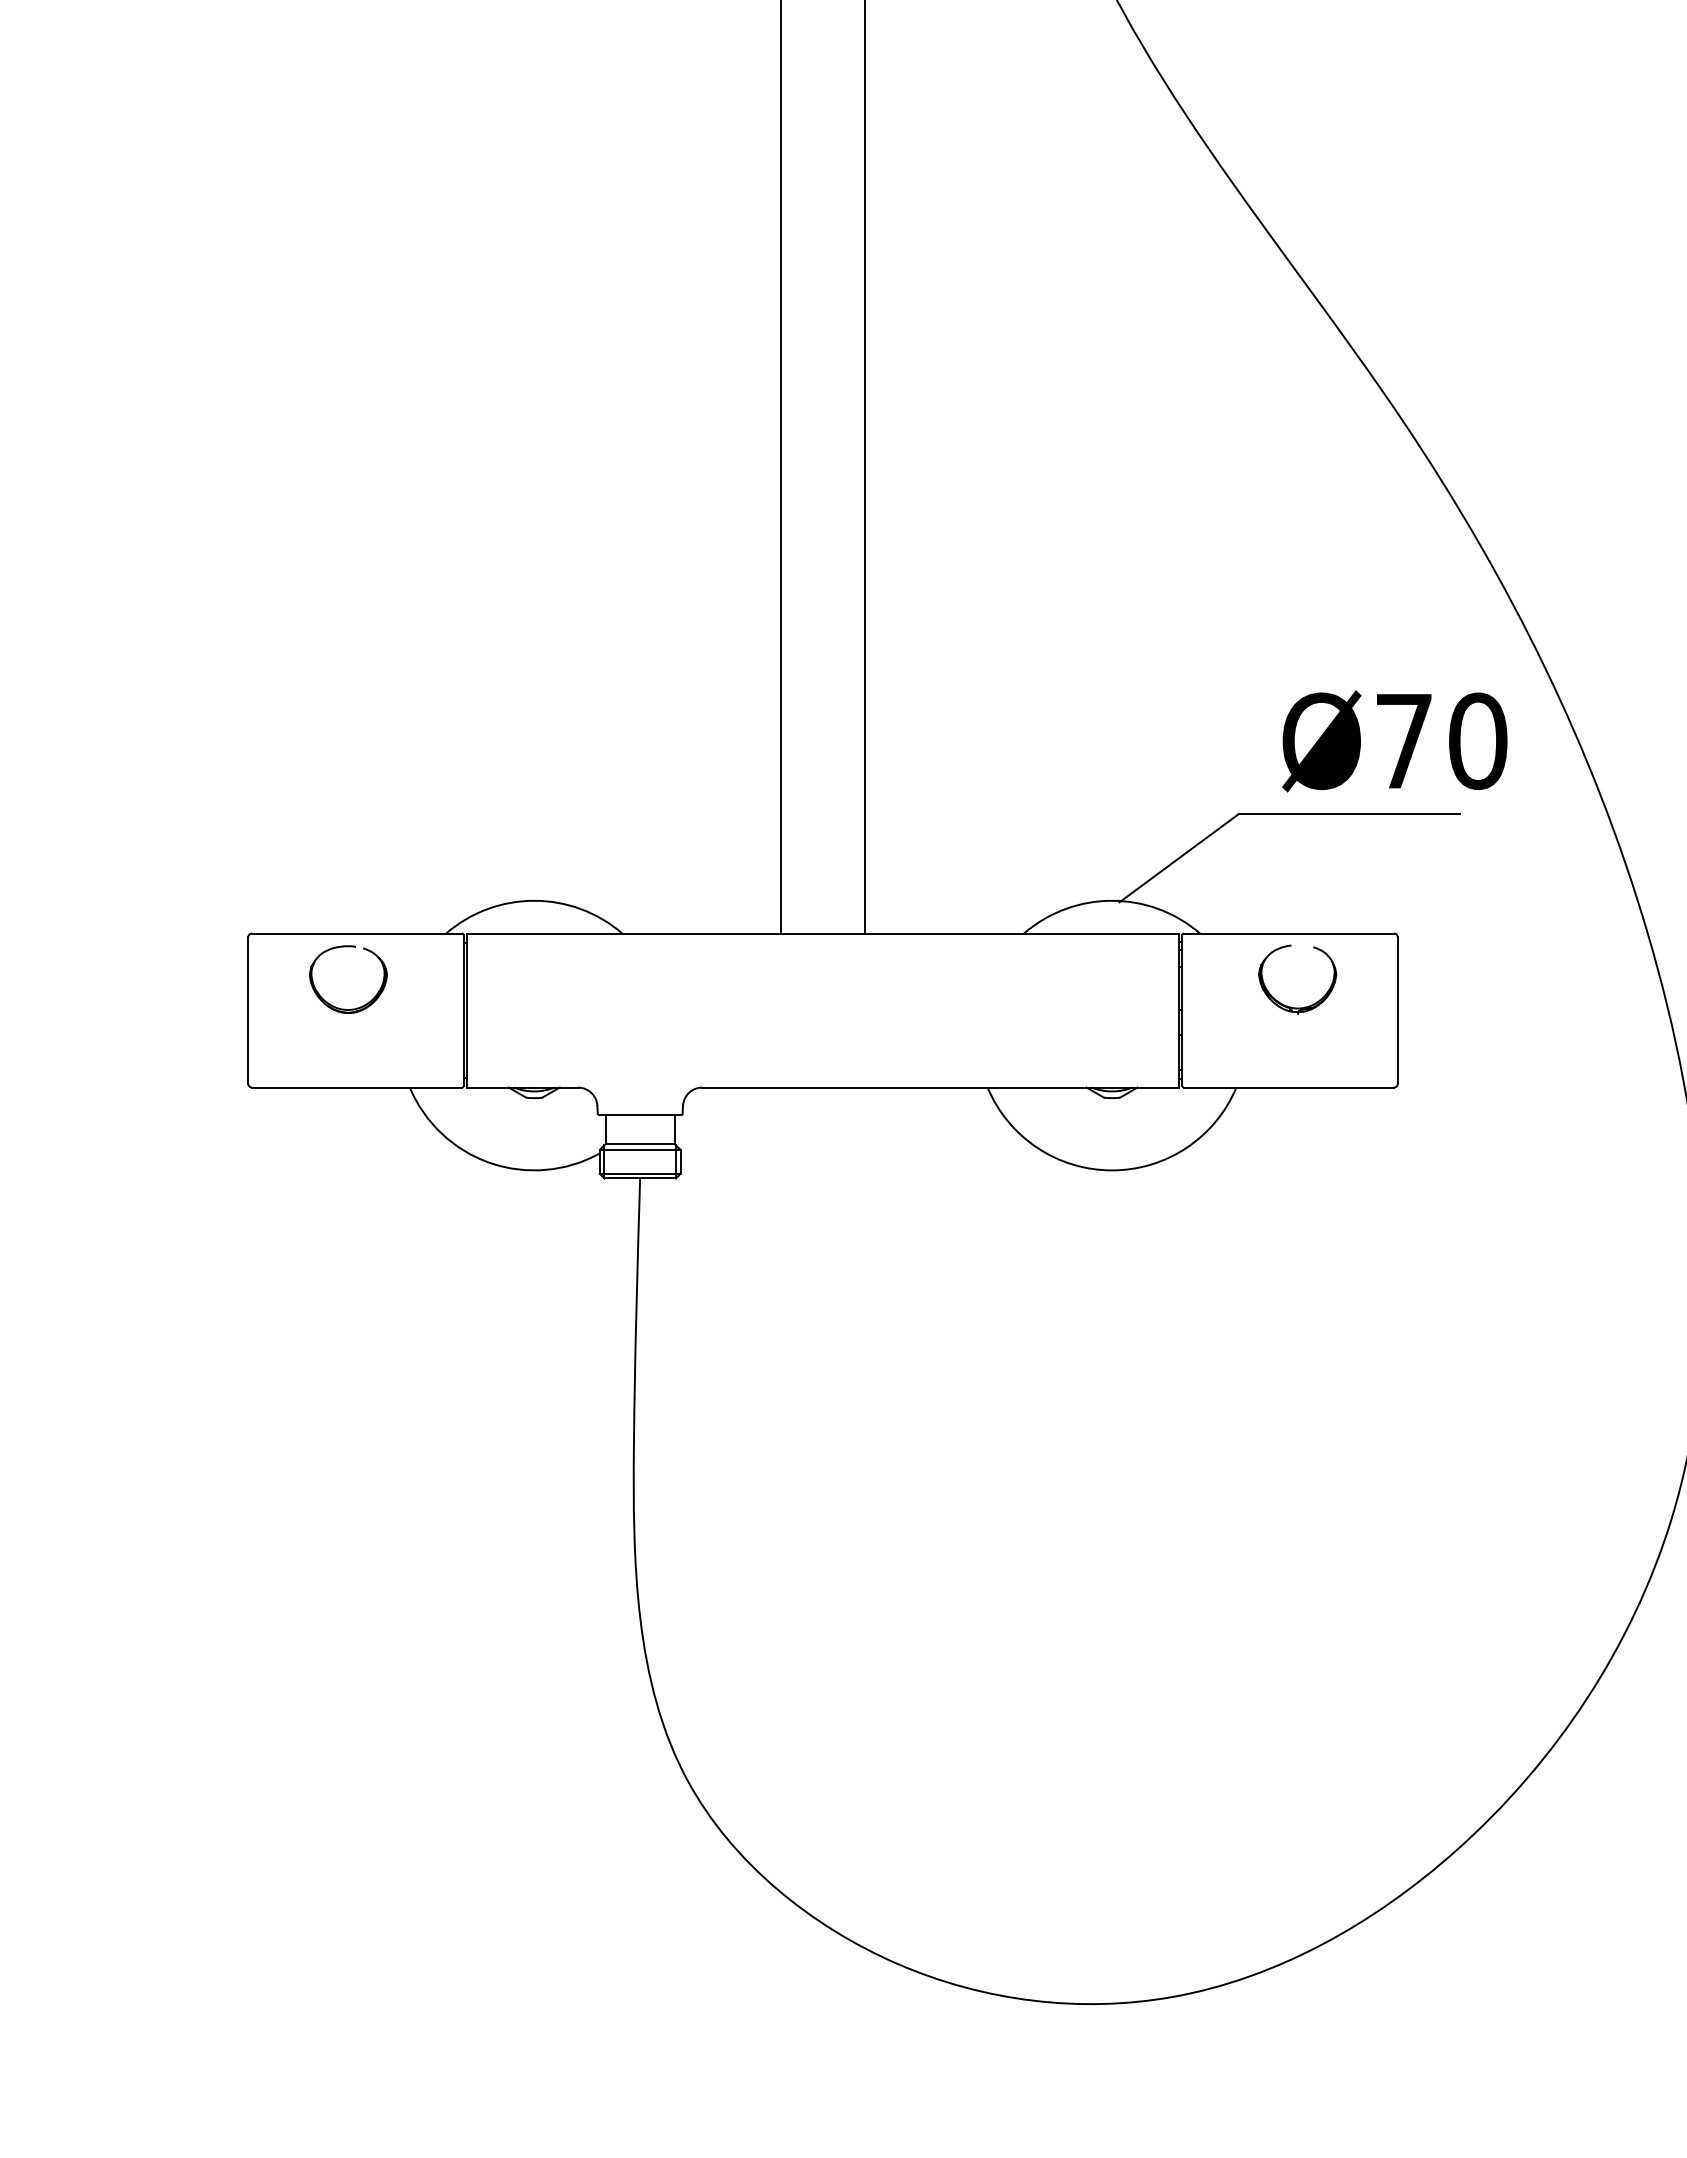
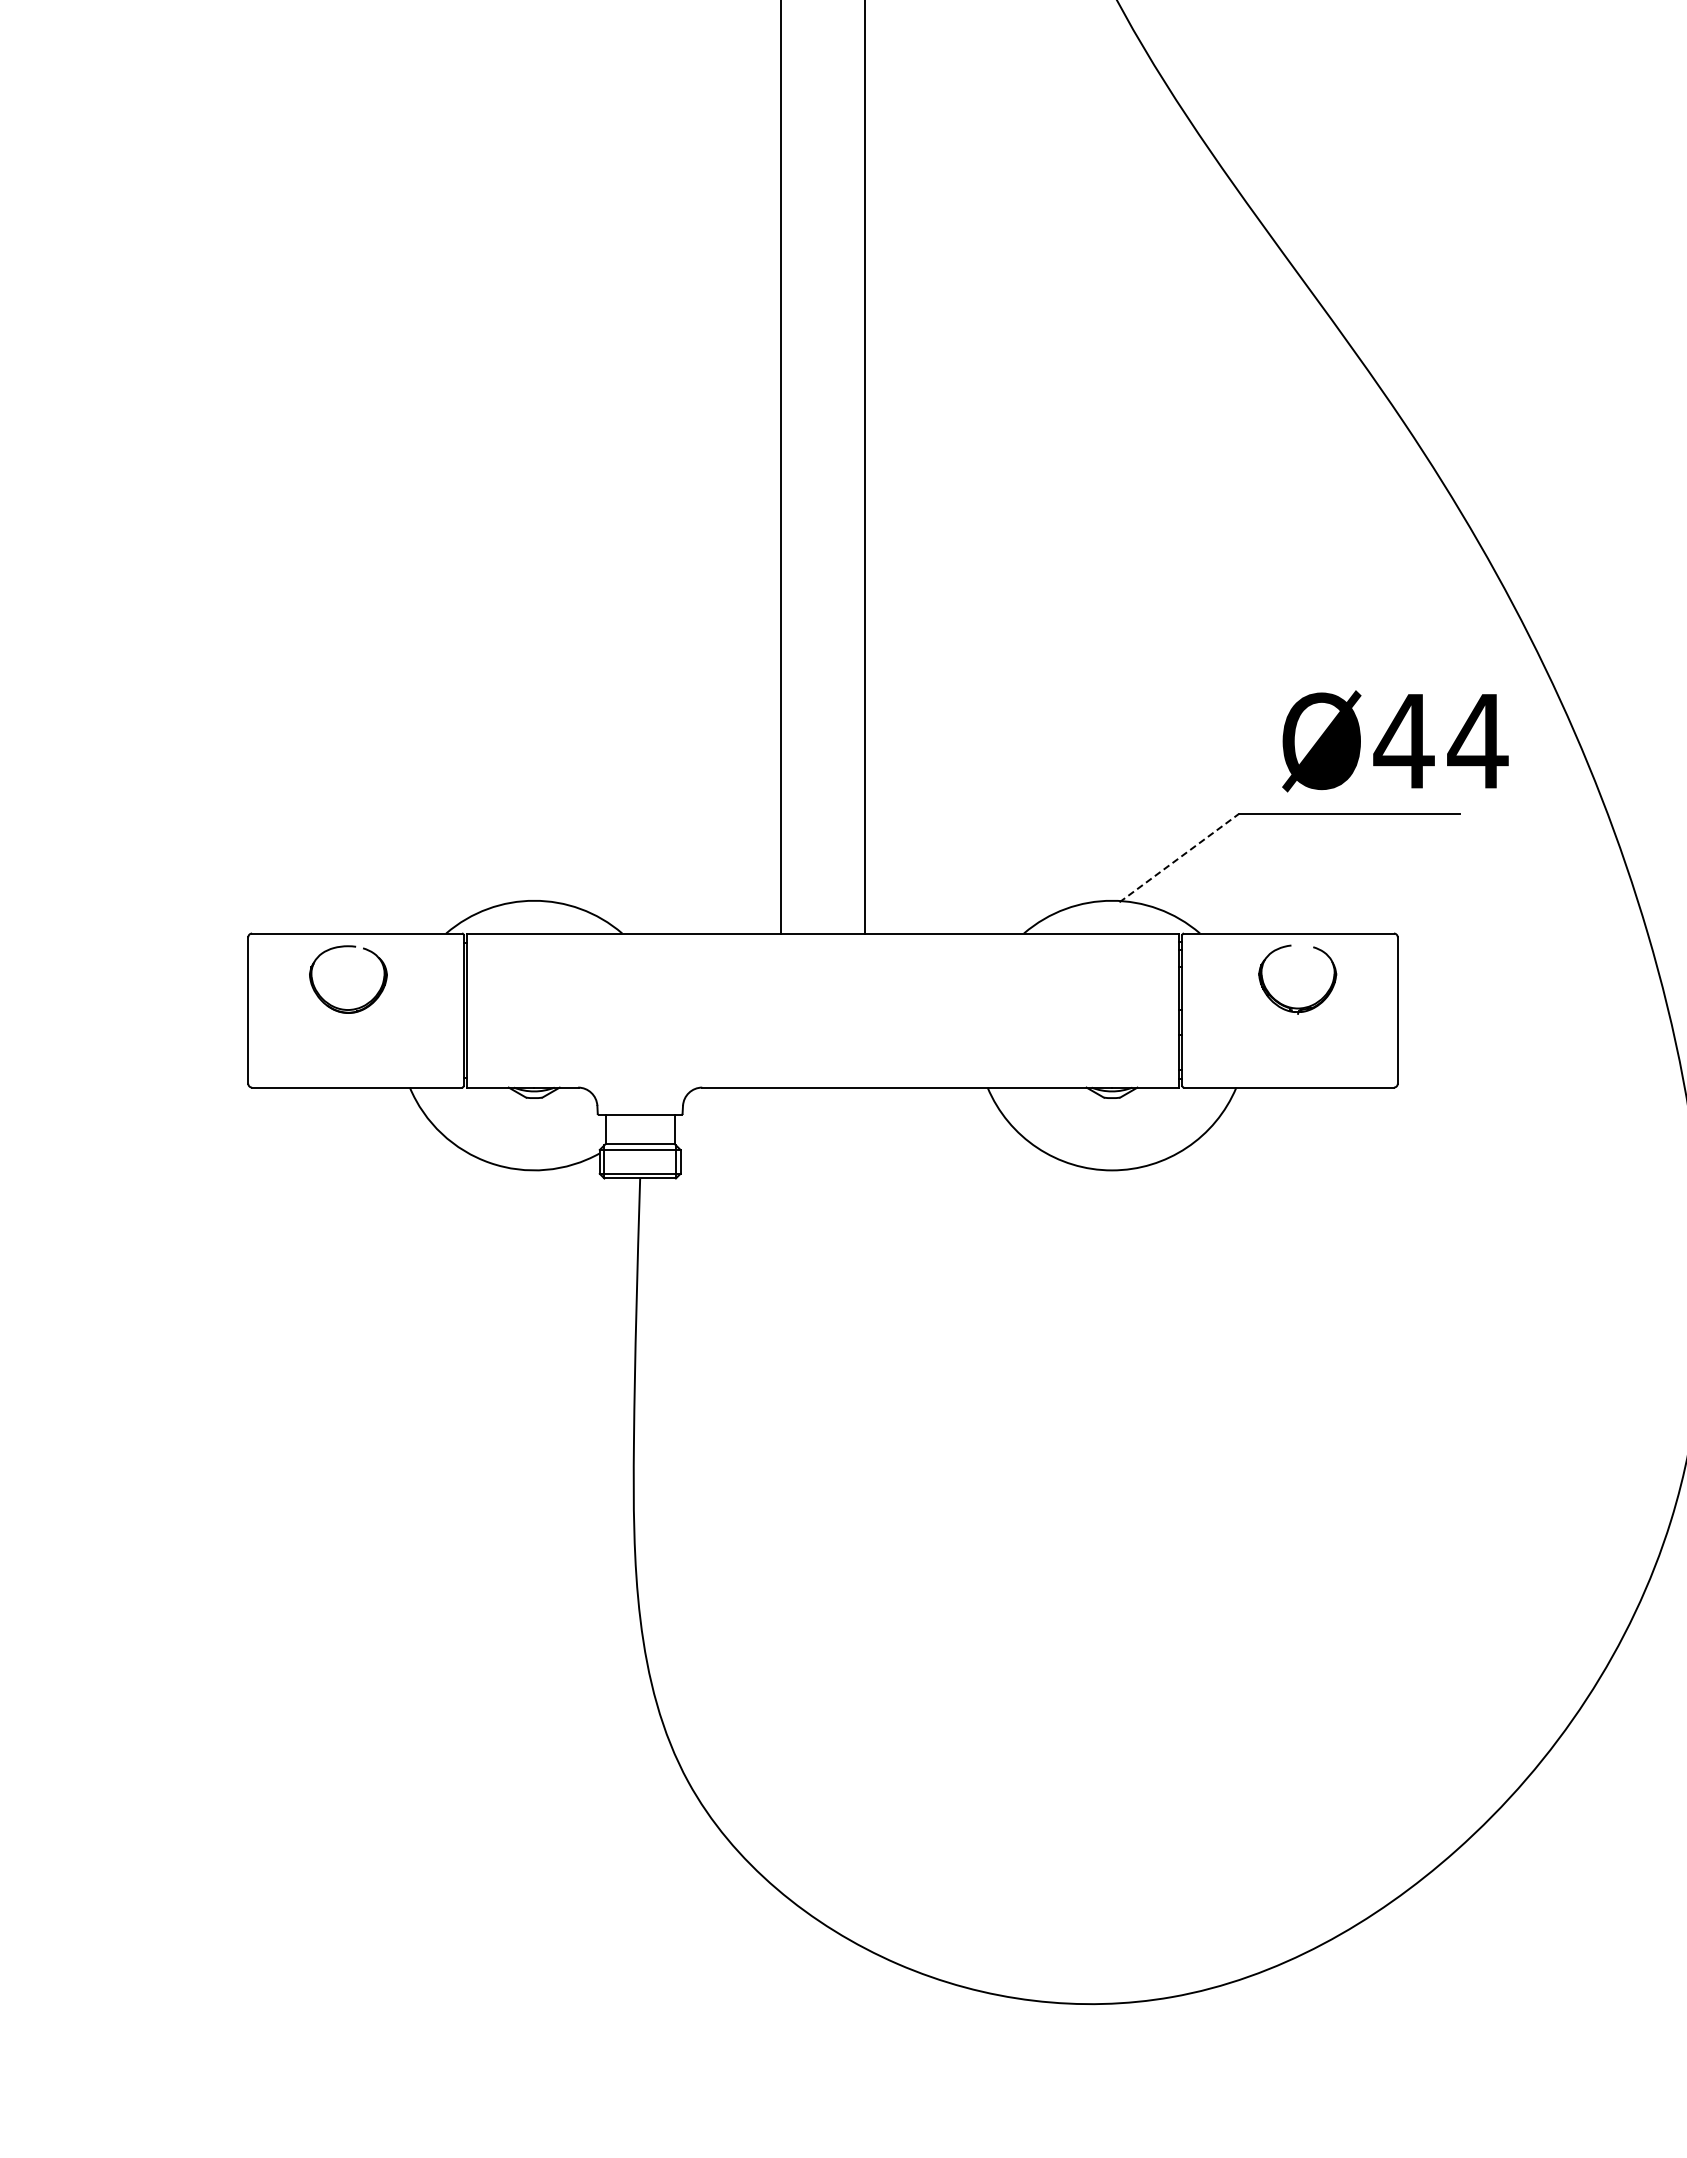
text at (1440, 741): Ø70 -> Ø44
line at (1179, 858): solid -> dashed
